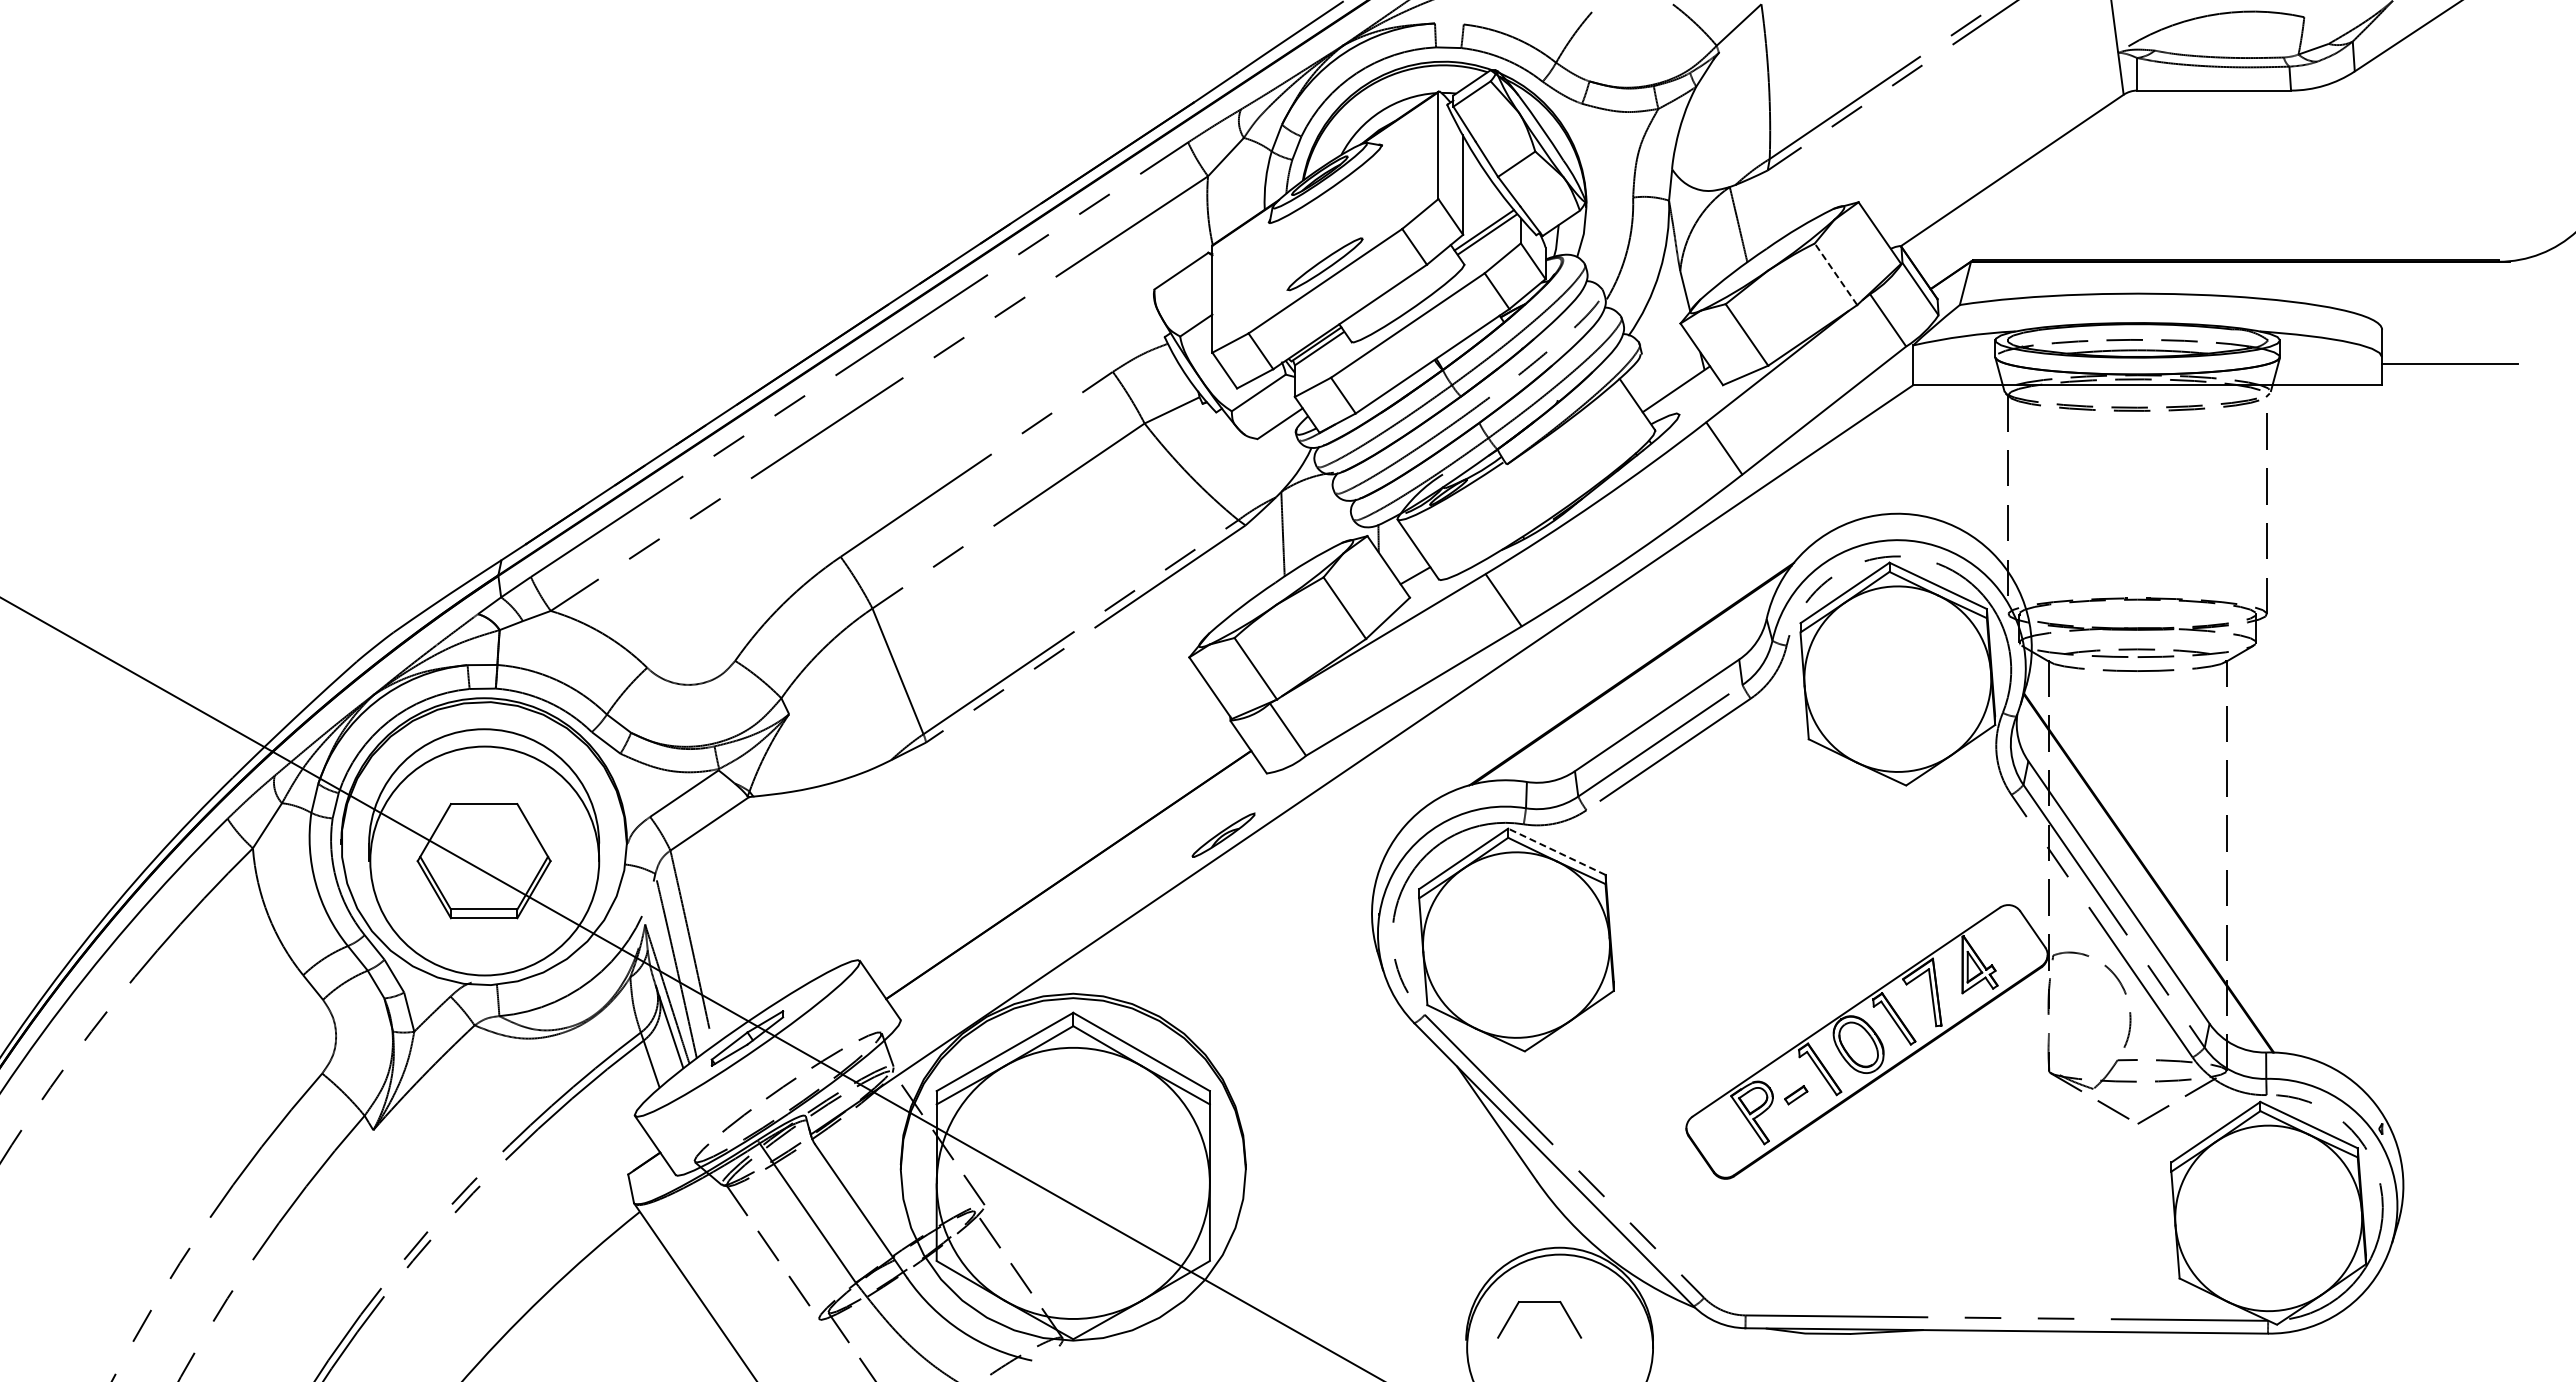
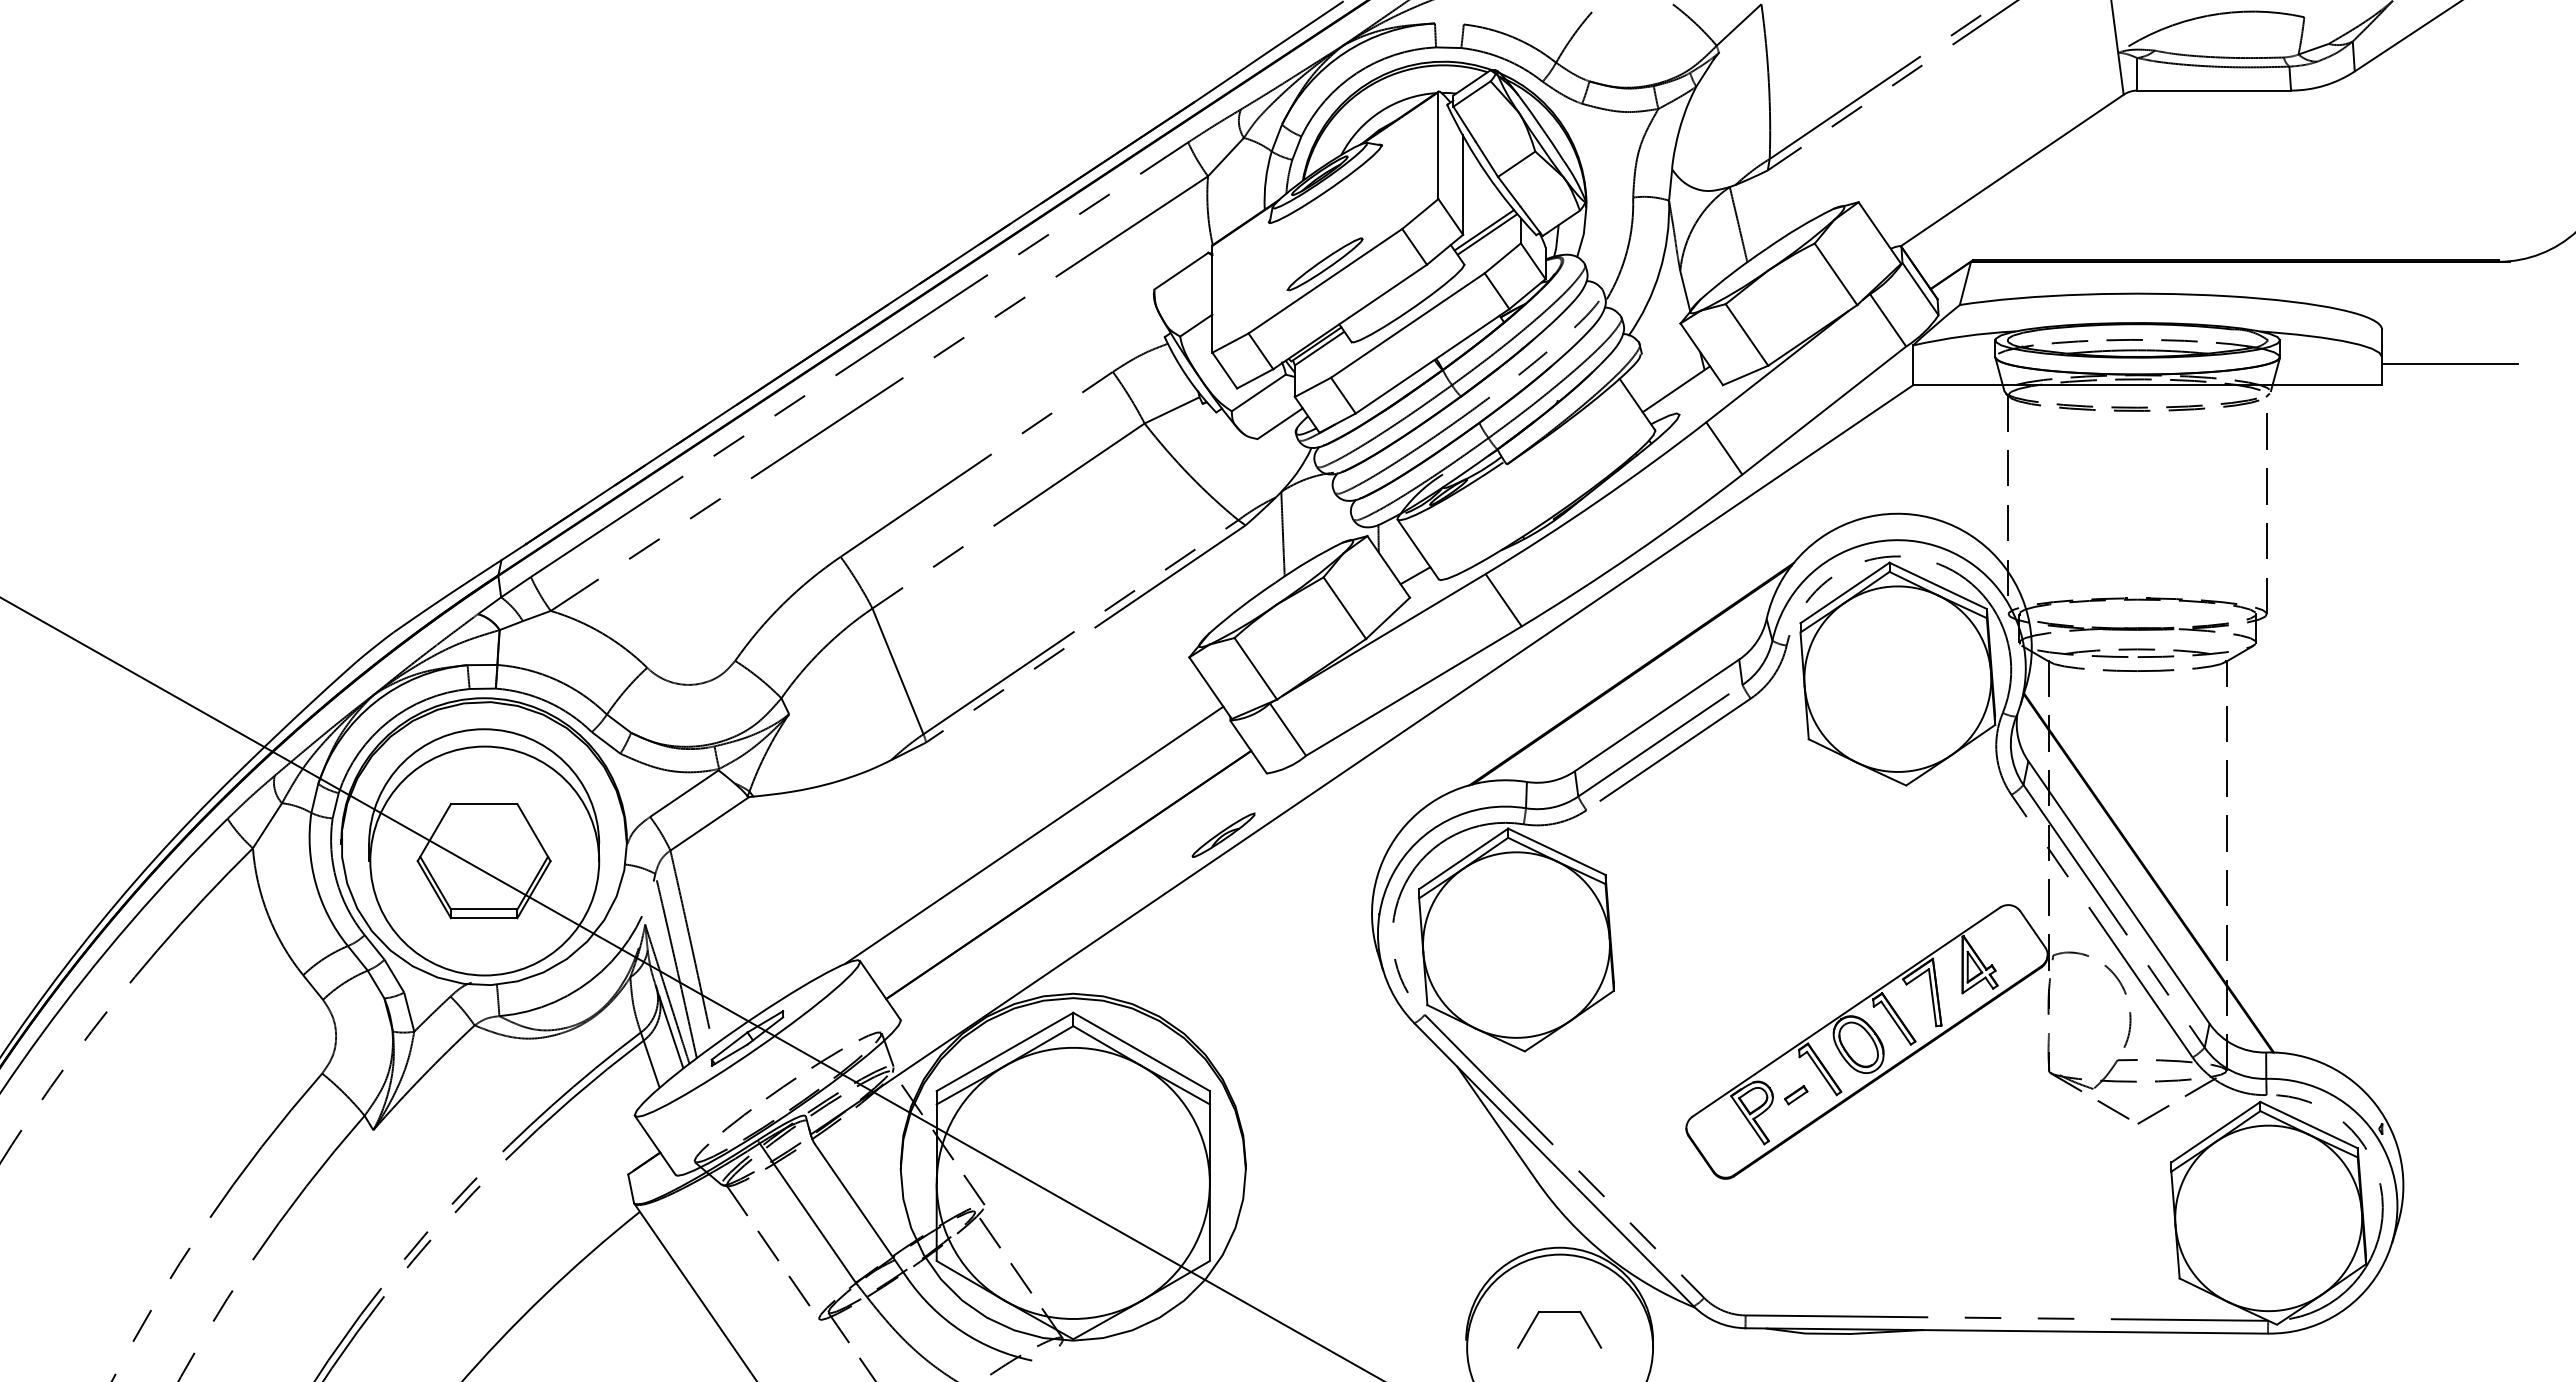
line at (1835, 273): dashed -> solid
line at (1034, 834): none -> present
line at (1556, 851): dashed -> solid
part at (1539, 1302) position: (1539, 1302) -> (1559, 1312)
